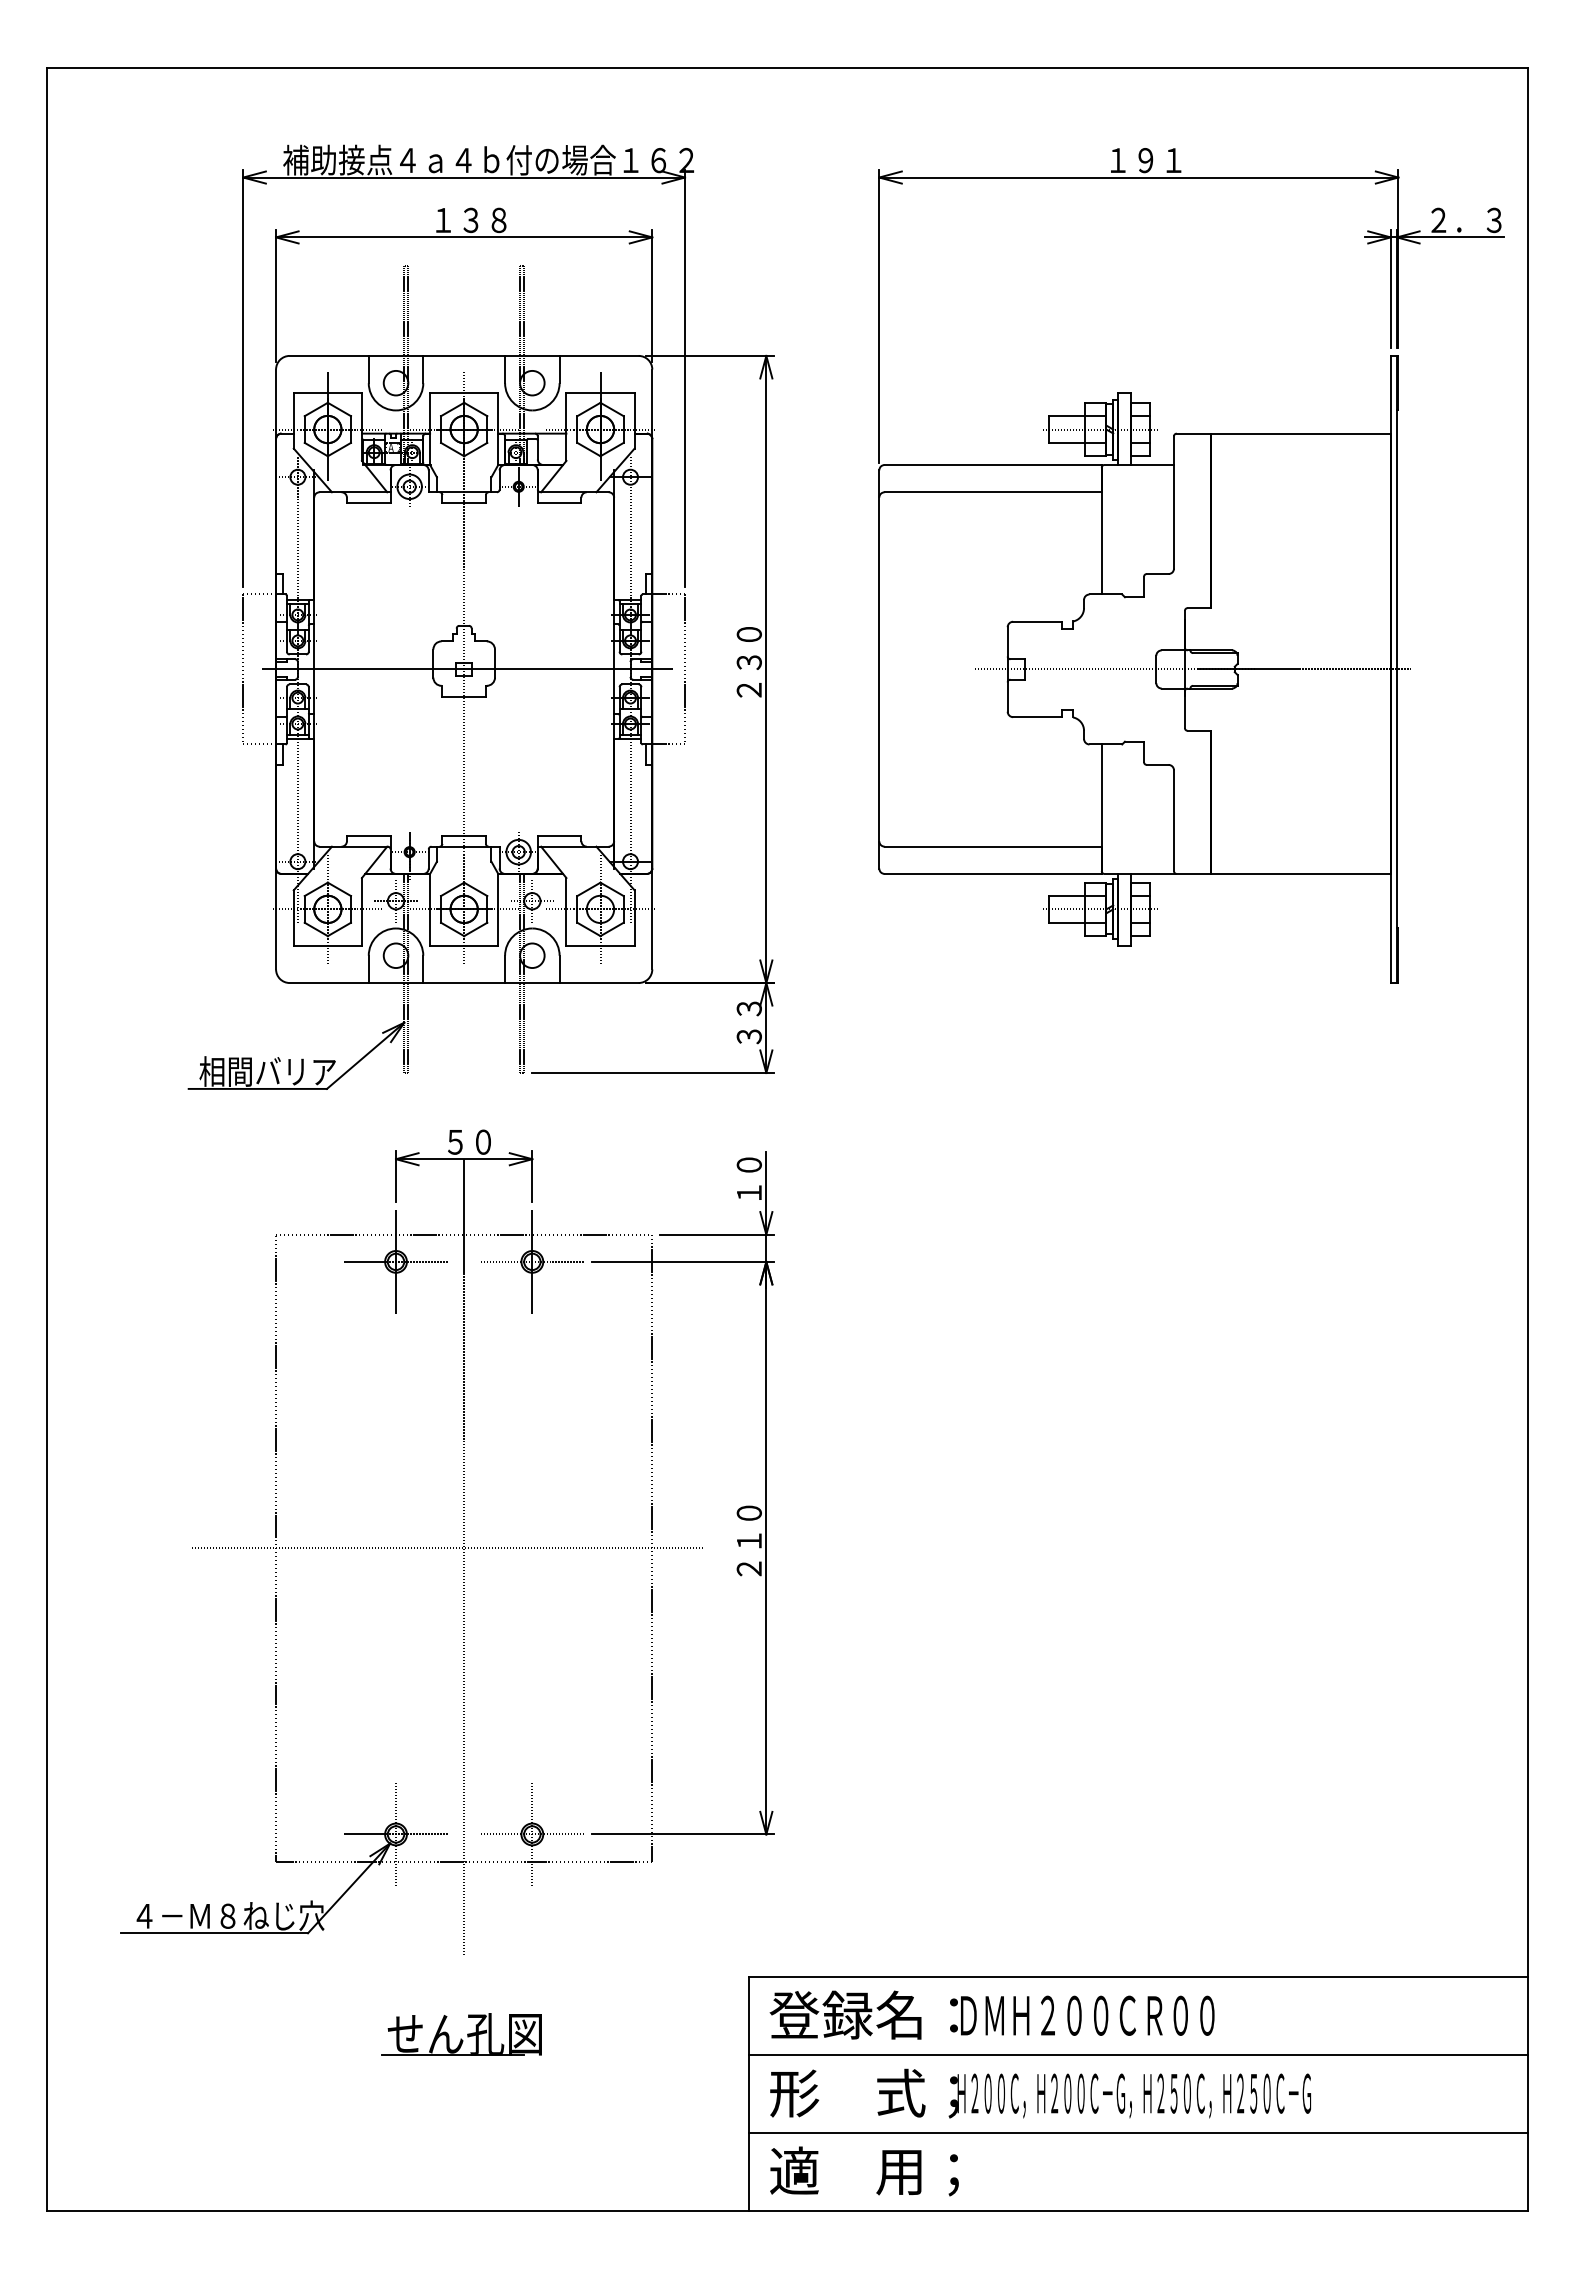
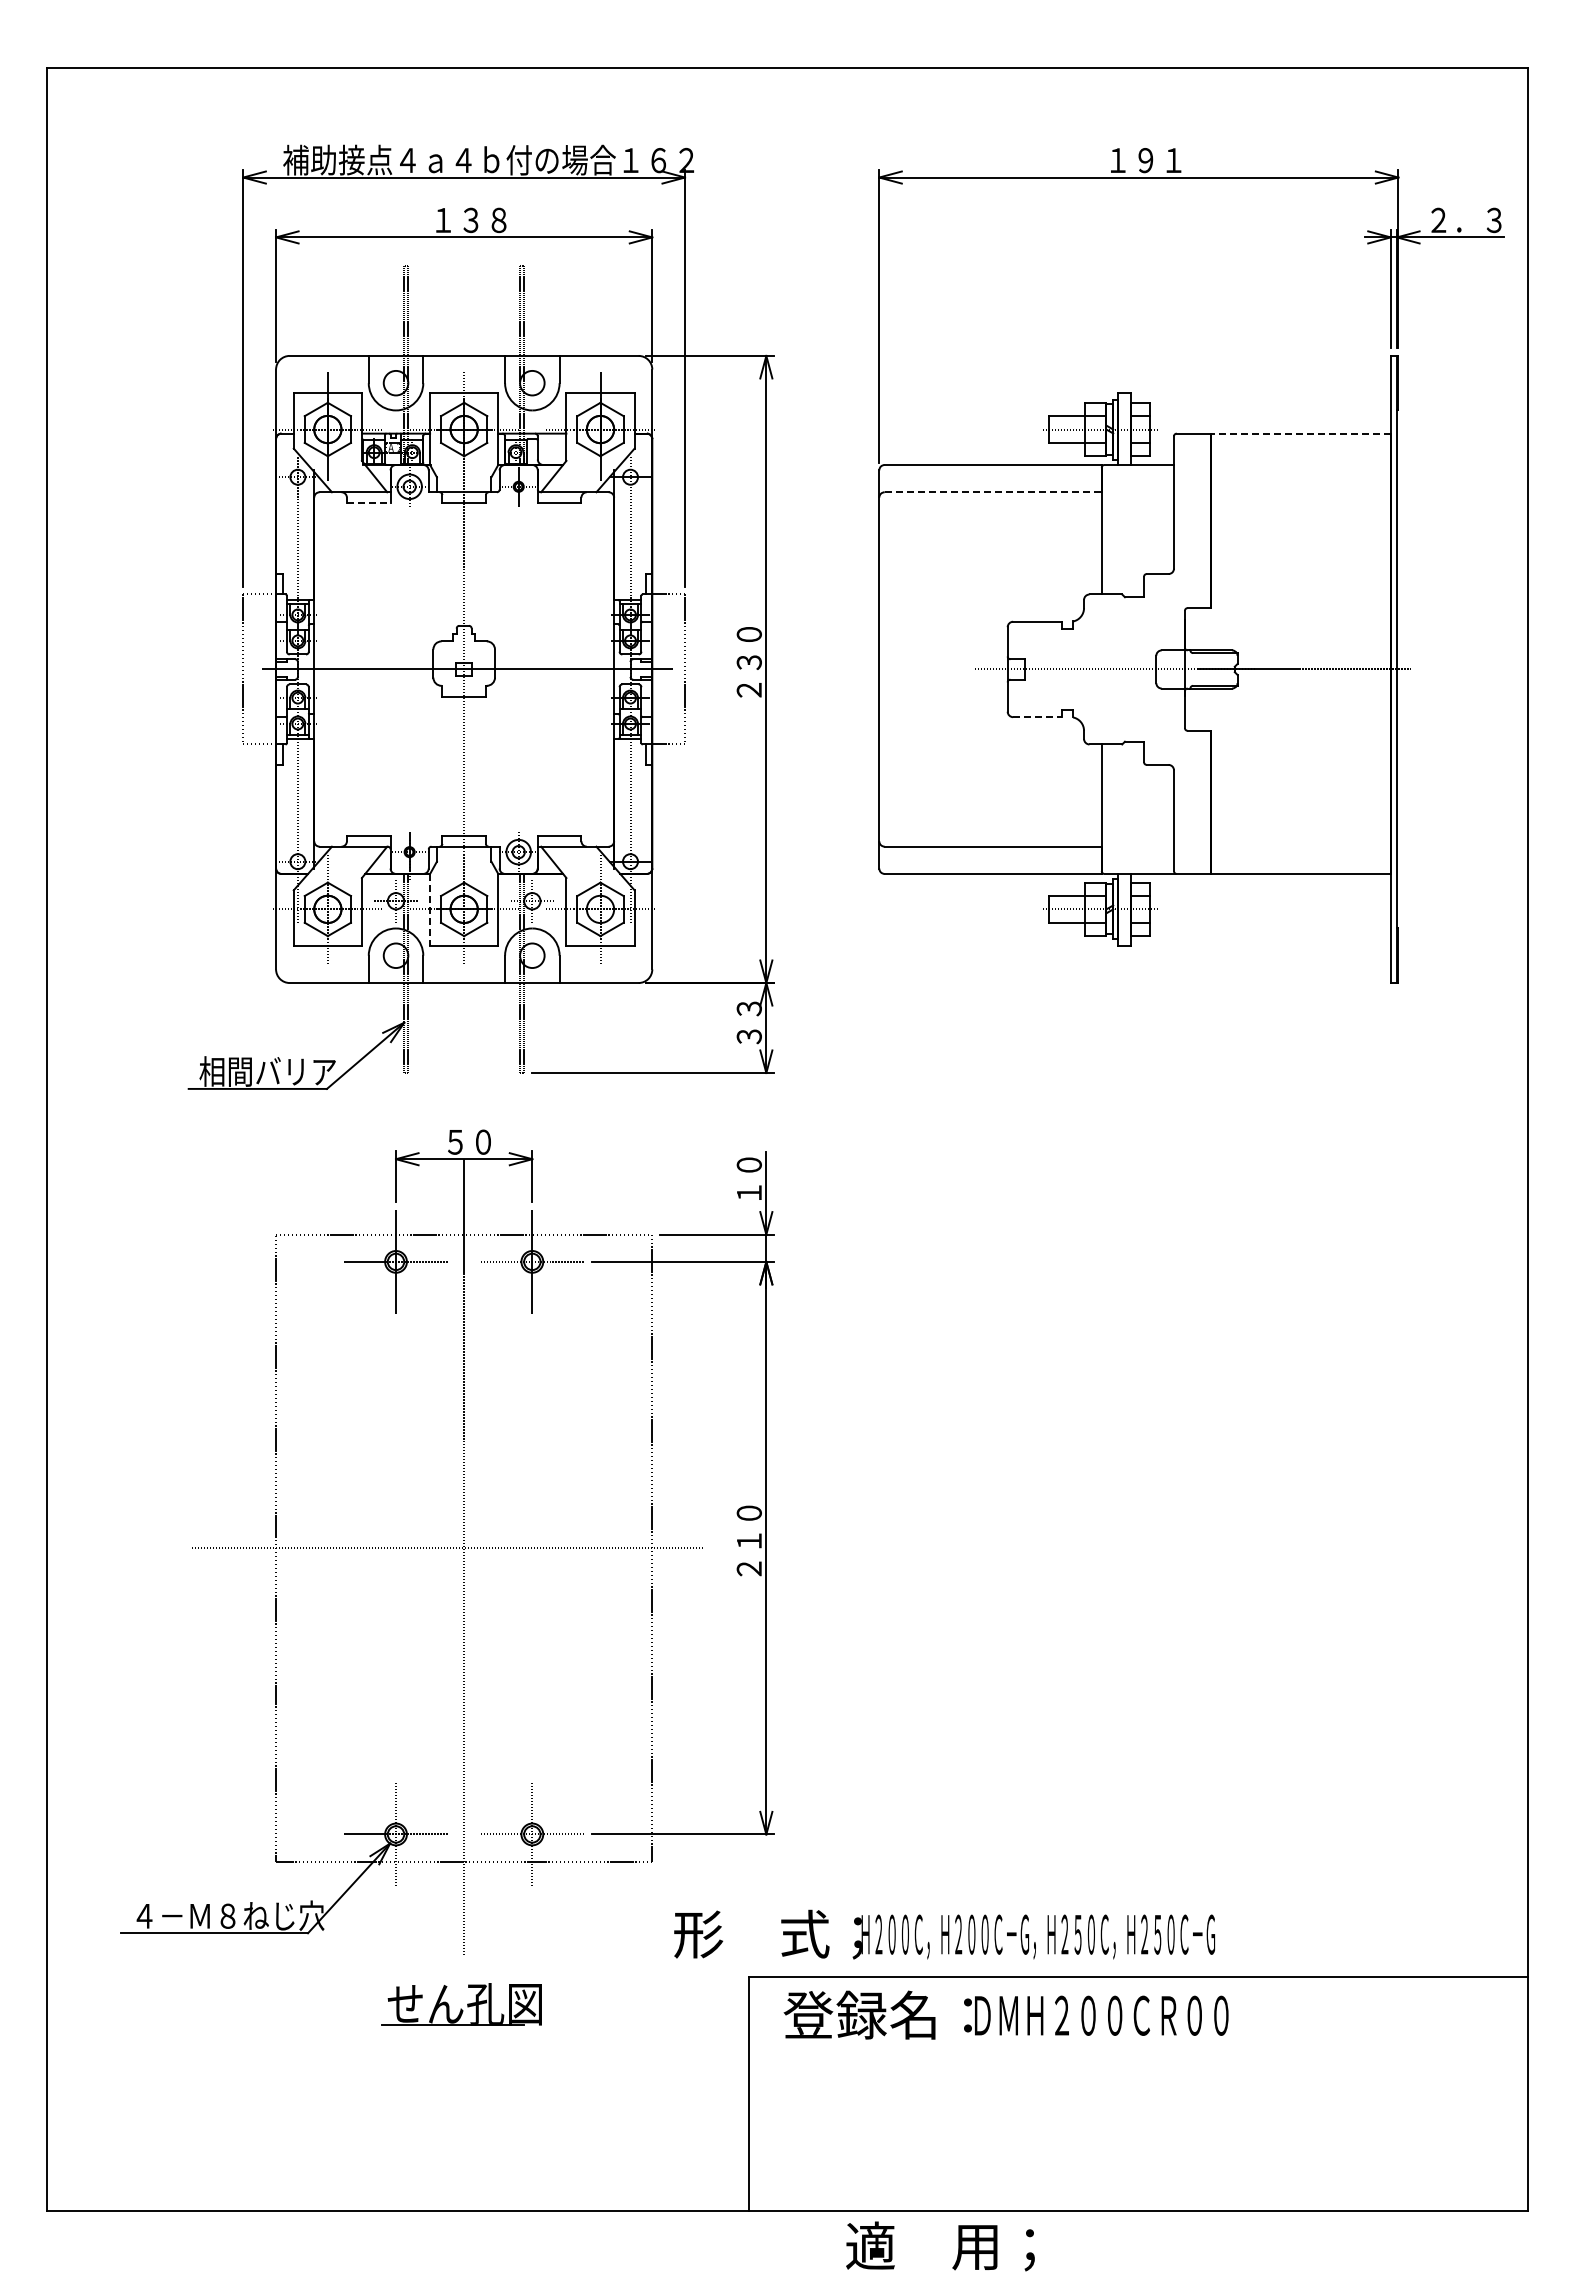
line at (1300, 433): solid -> dashed
line at (993, 492): solid -> dashed
line at (368, 503): solid -> dashed
line at (1037, 717): solid -> dashed
line at (430, 910): solid -> dashed
text at (991, 2014) position: (991, 2014) -> (1005, 2014)
part at (461, 2034) position: (461, 2034) -> (461, 2004)
line at (1137, 2054): present -> none
text at (1040, 2093) position: (1040, 2093) -> (944, 1934)
line at (1137, 2132): present -> none
text at (864, 2171) position: (864, 2171) -> (940, 2246)
